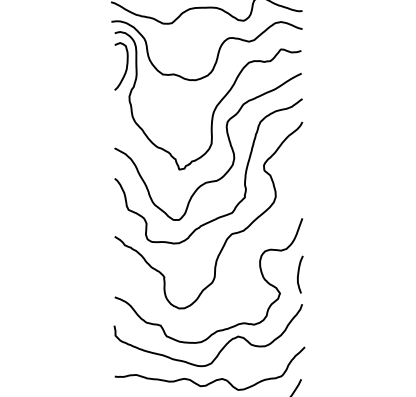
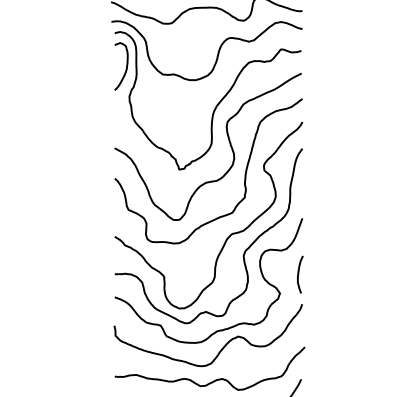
curve at (243, 252): none -> present
